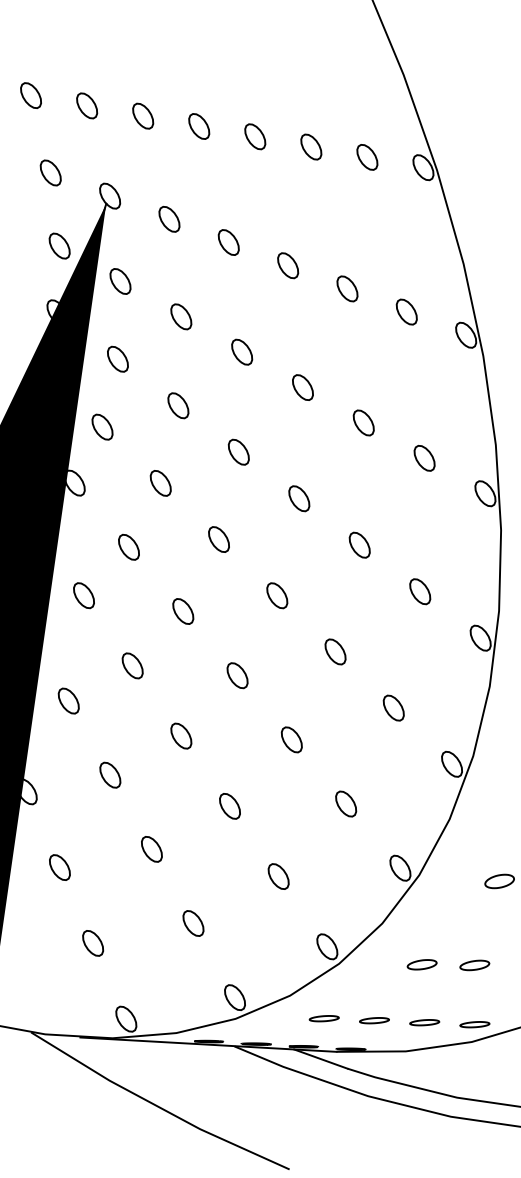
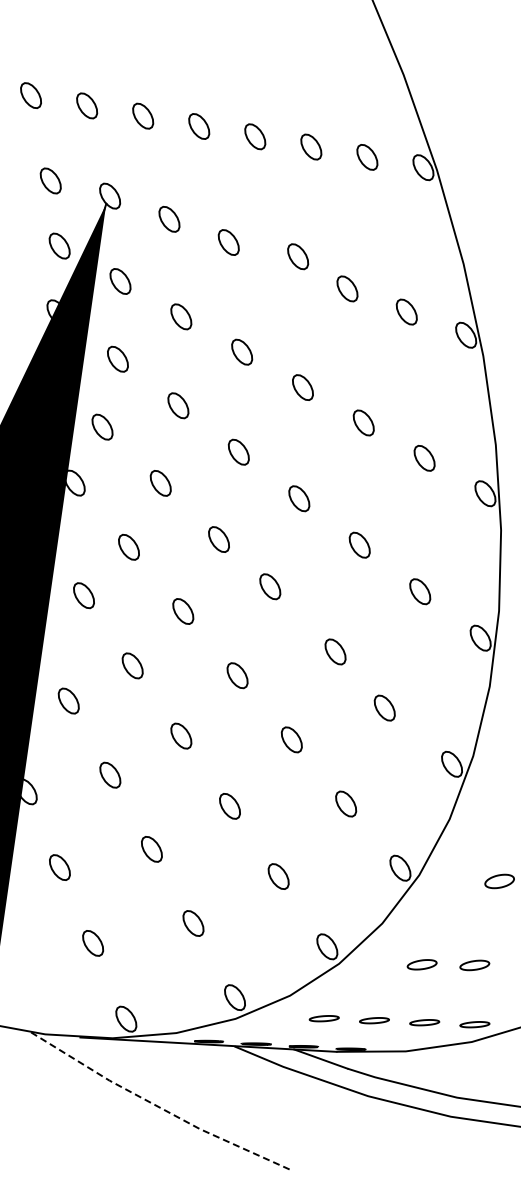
part at (50, 172) position: (50, 172) -> (50, 180)
part at (288, 265) position: (288, 265) -> (298, 256)
part at (277, 595) position: (277, 595) -> (270, 586)
part at (393, 707) position: (393, 707) -> (384, 707)
line at (157, 1106): solid -> dashed
